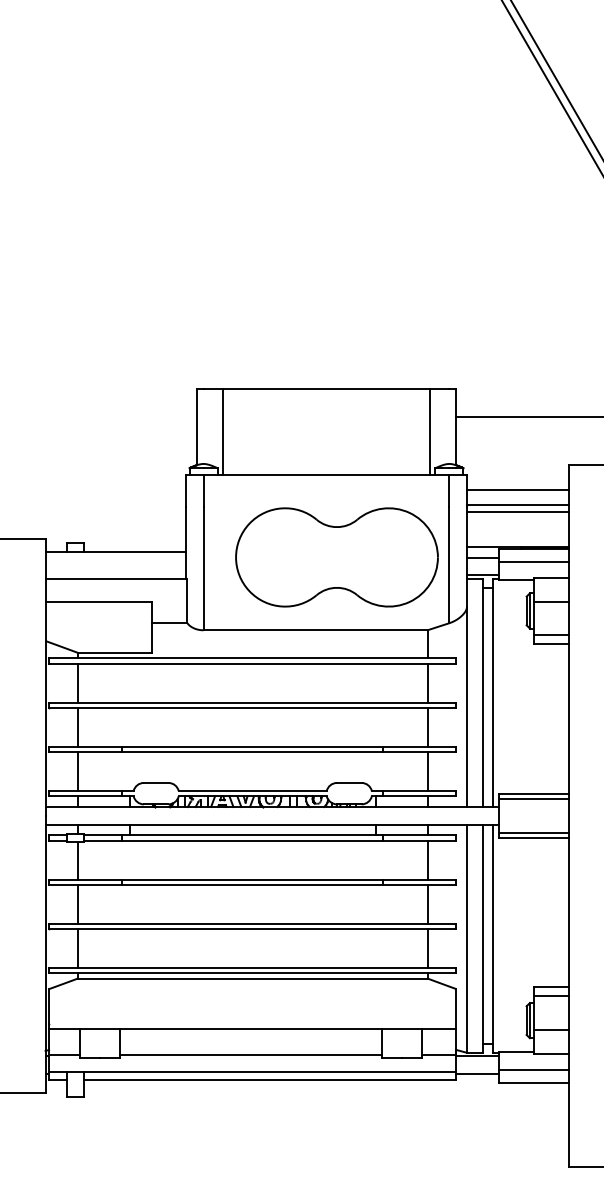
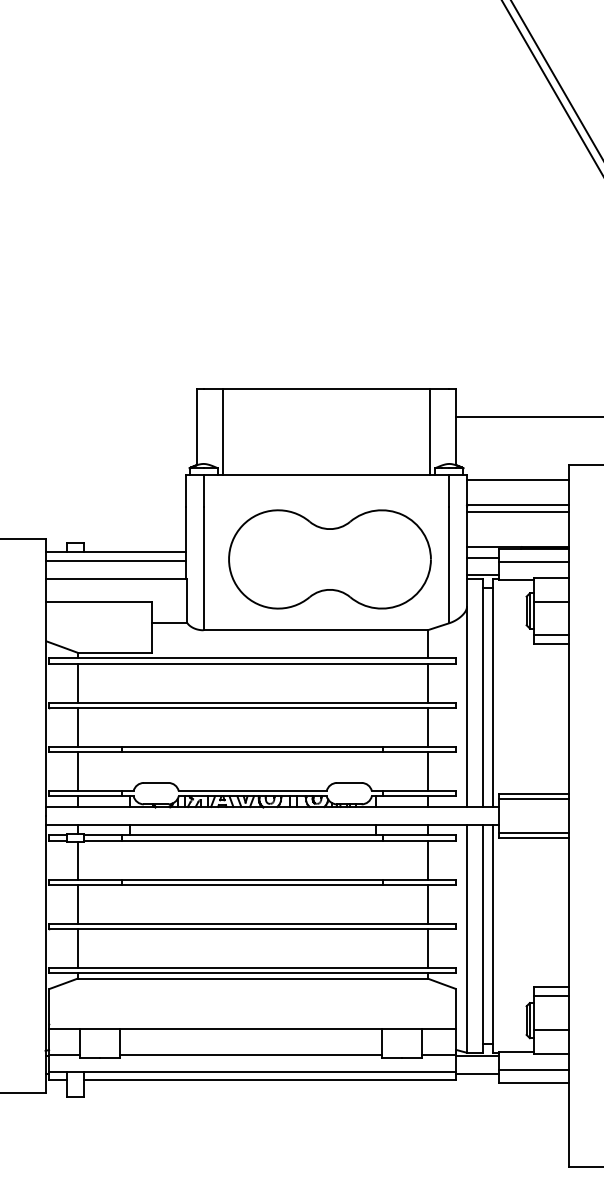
line at (517, 490) position: (517, 490) -> (517, 480)
part at (336, 557) position: (336, 557) -> (329, 559)
line at (115, 560): none -> present
